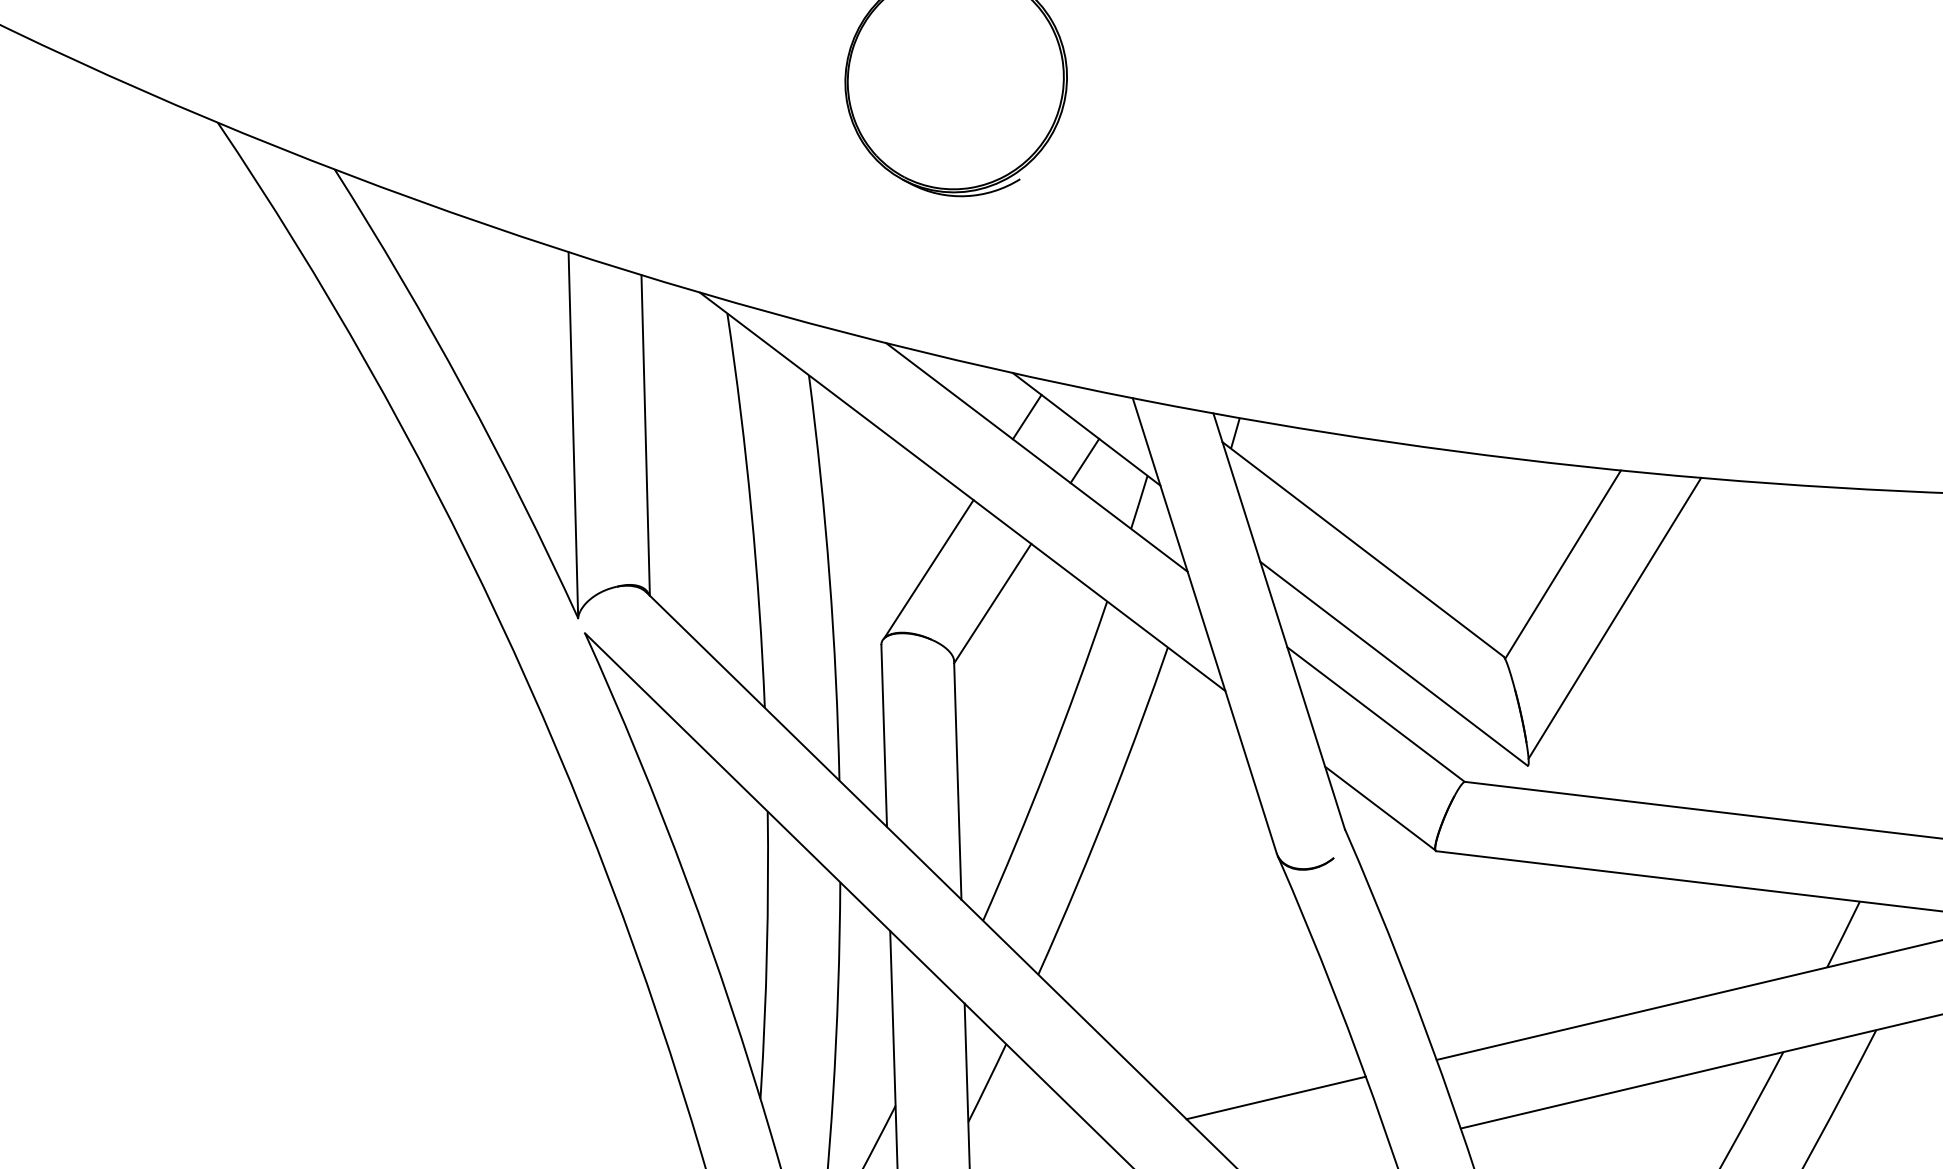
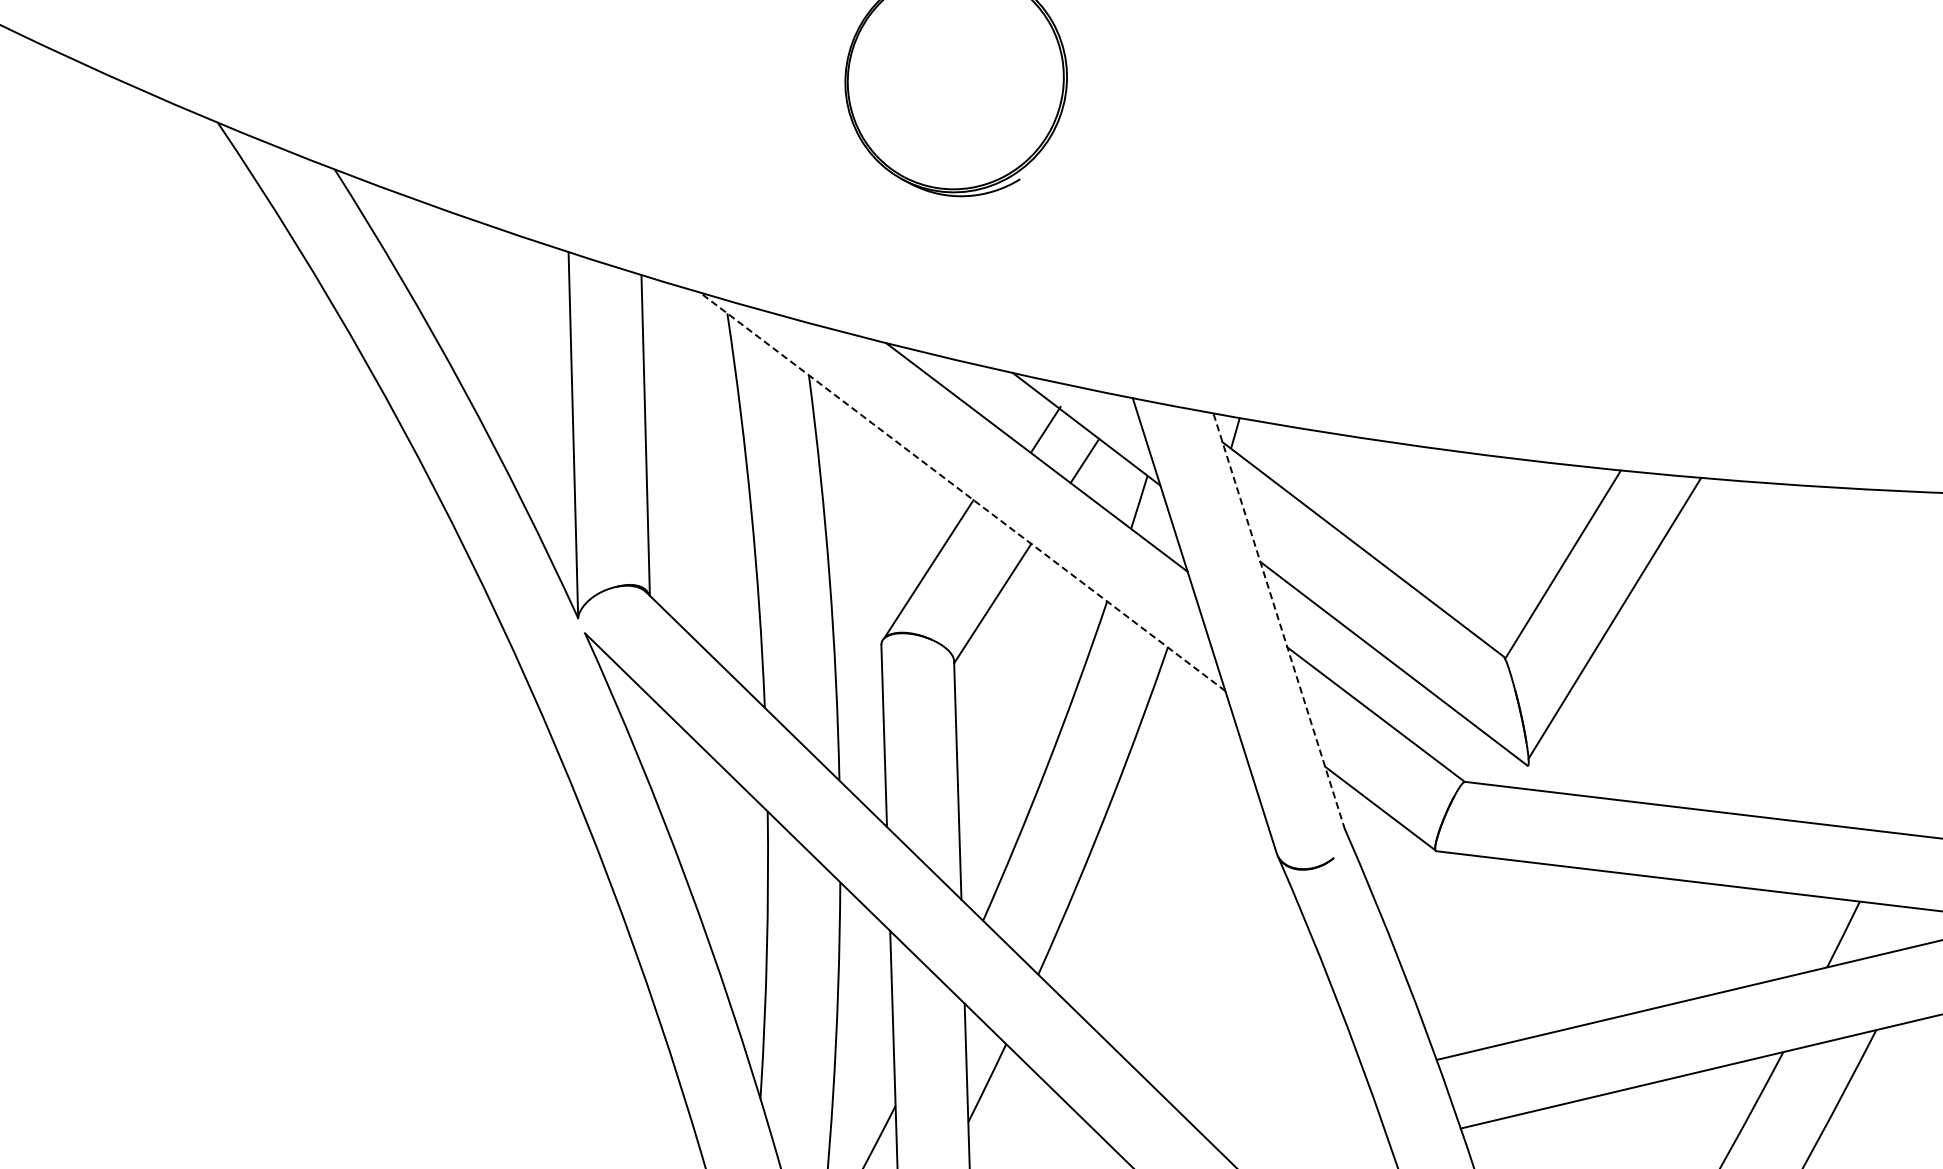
line at (1026, 416) position: (1026, 416) -> (1045, 428)
line at (962, 491): solid -> dashed
line at (1279, 621): solid -> dashed
line at (1275, 1097): present -> none
